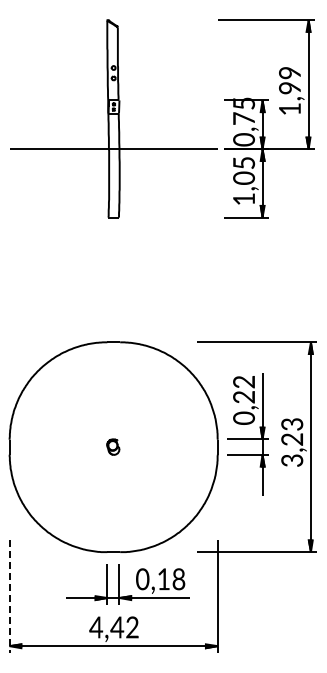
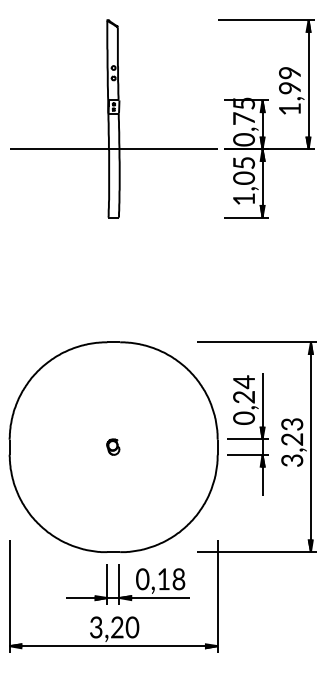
text at (243, 382): 0,22 -> 0,24
line at (9, 597): dashed -> solid
text at (114, 627): 4,42 -> 3,20
